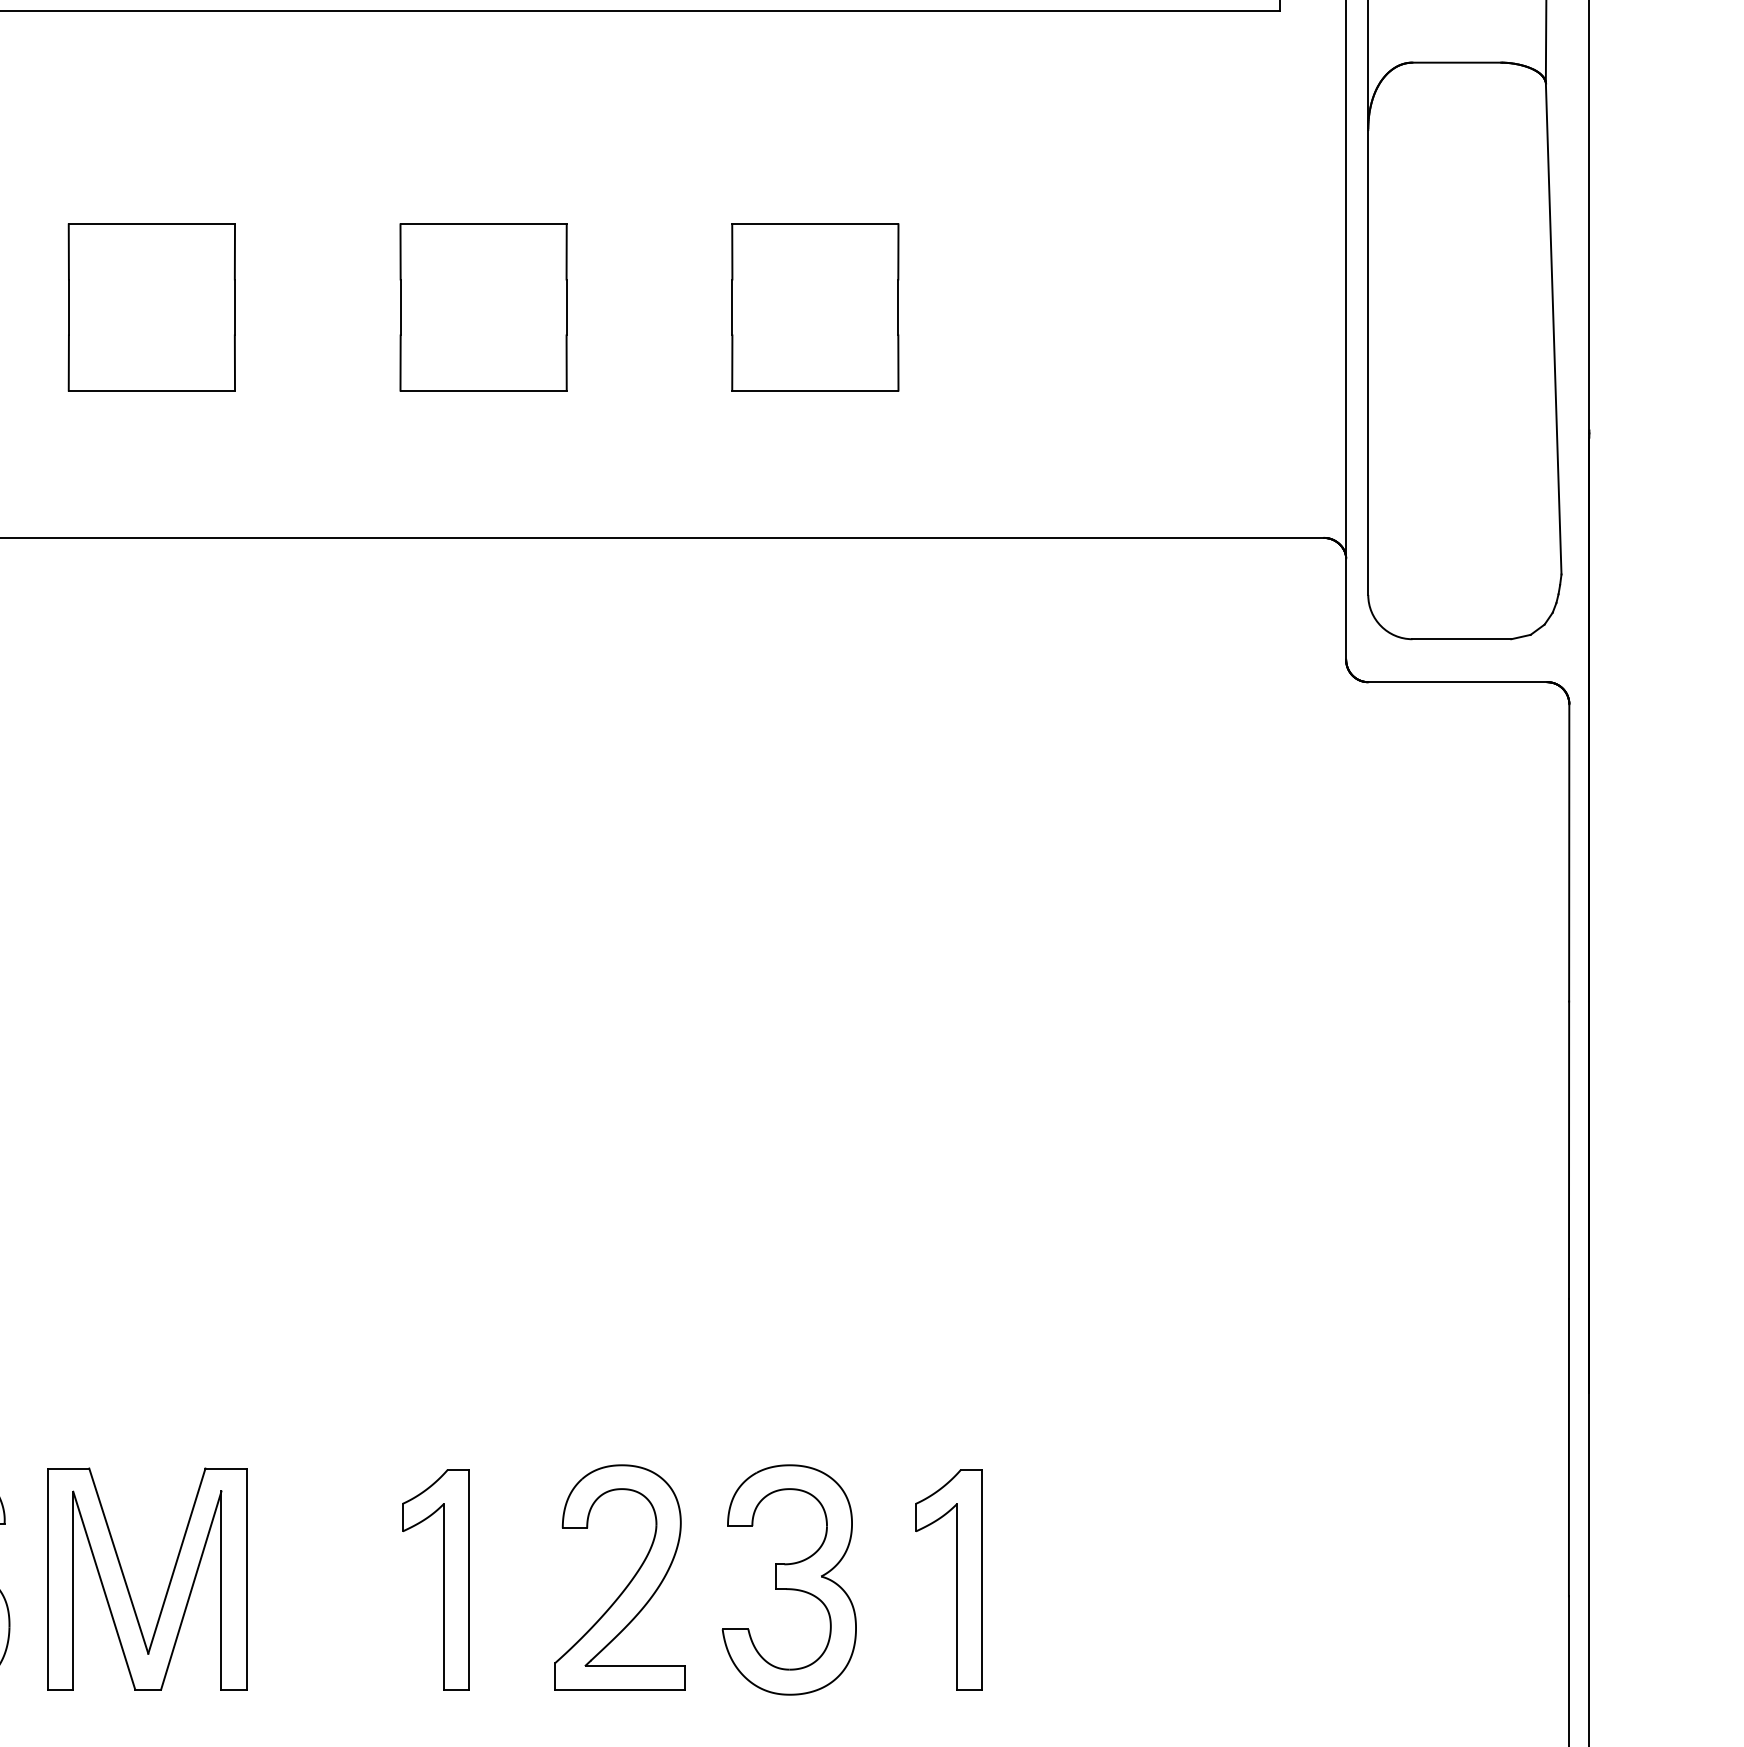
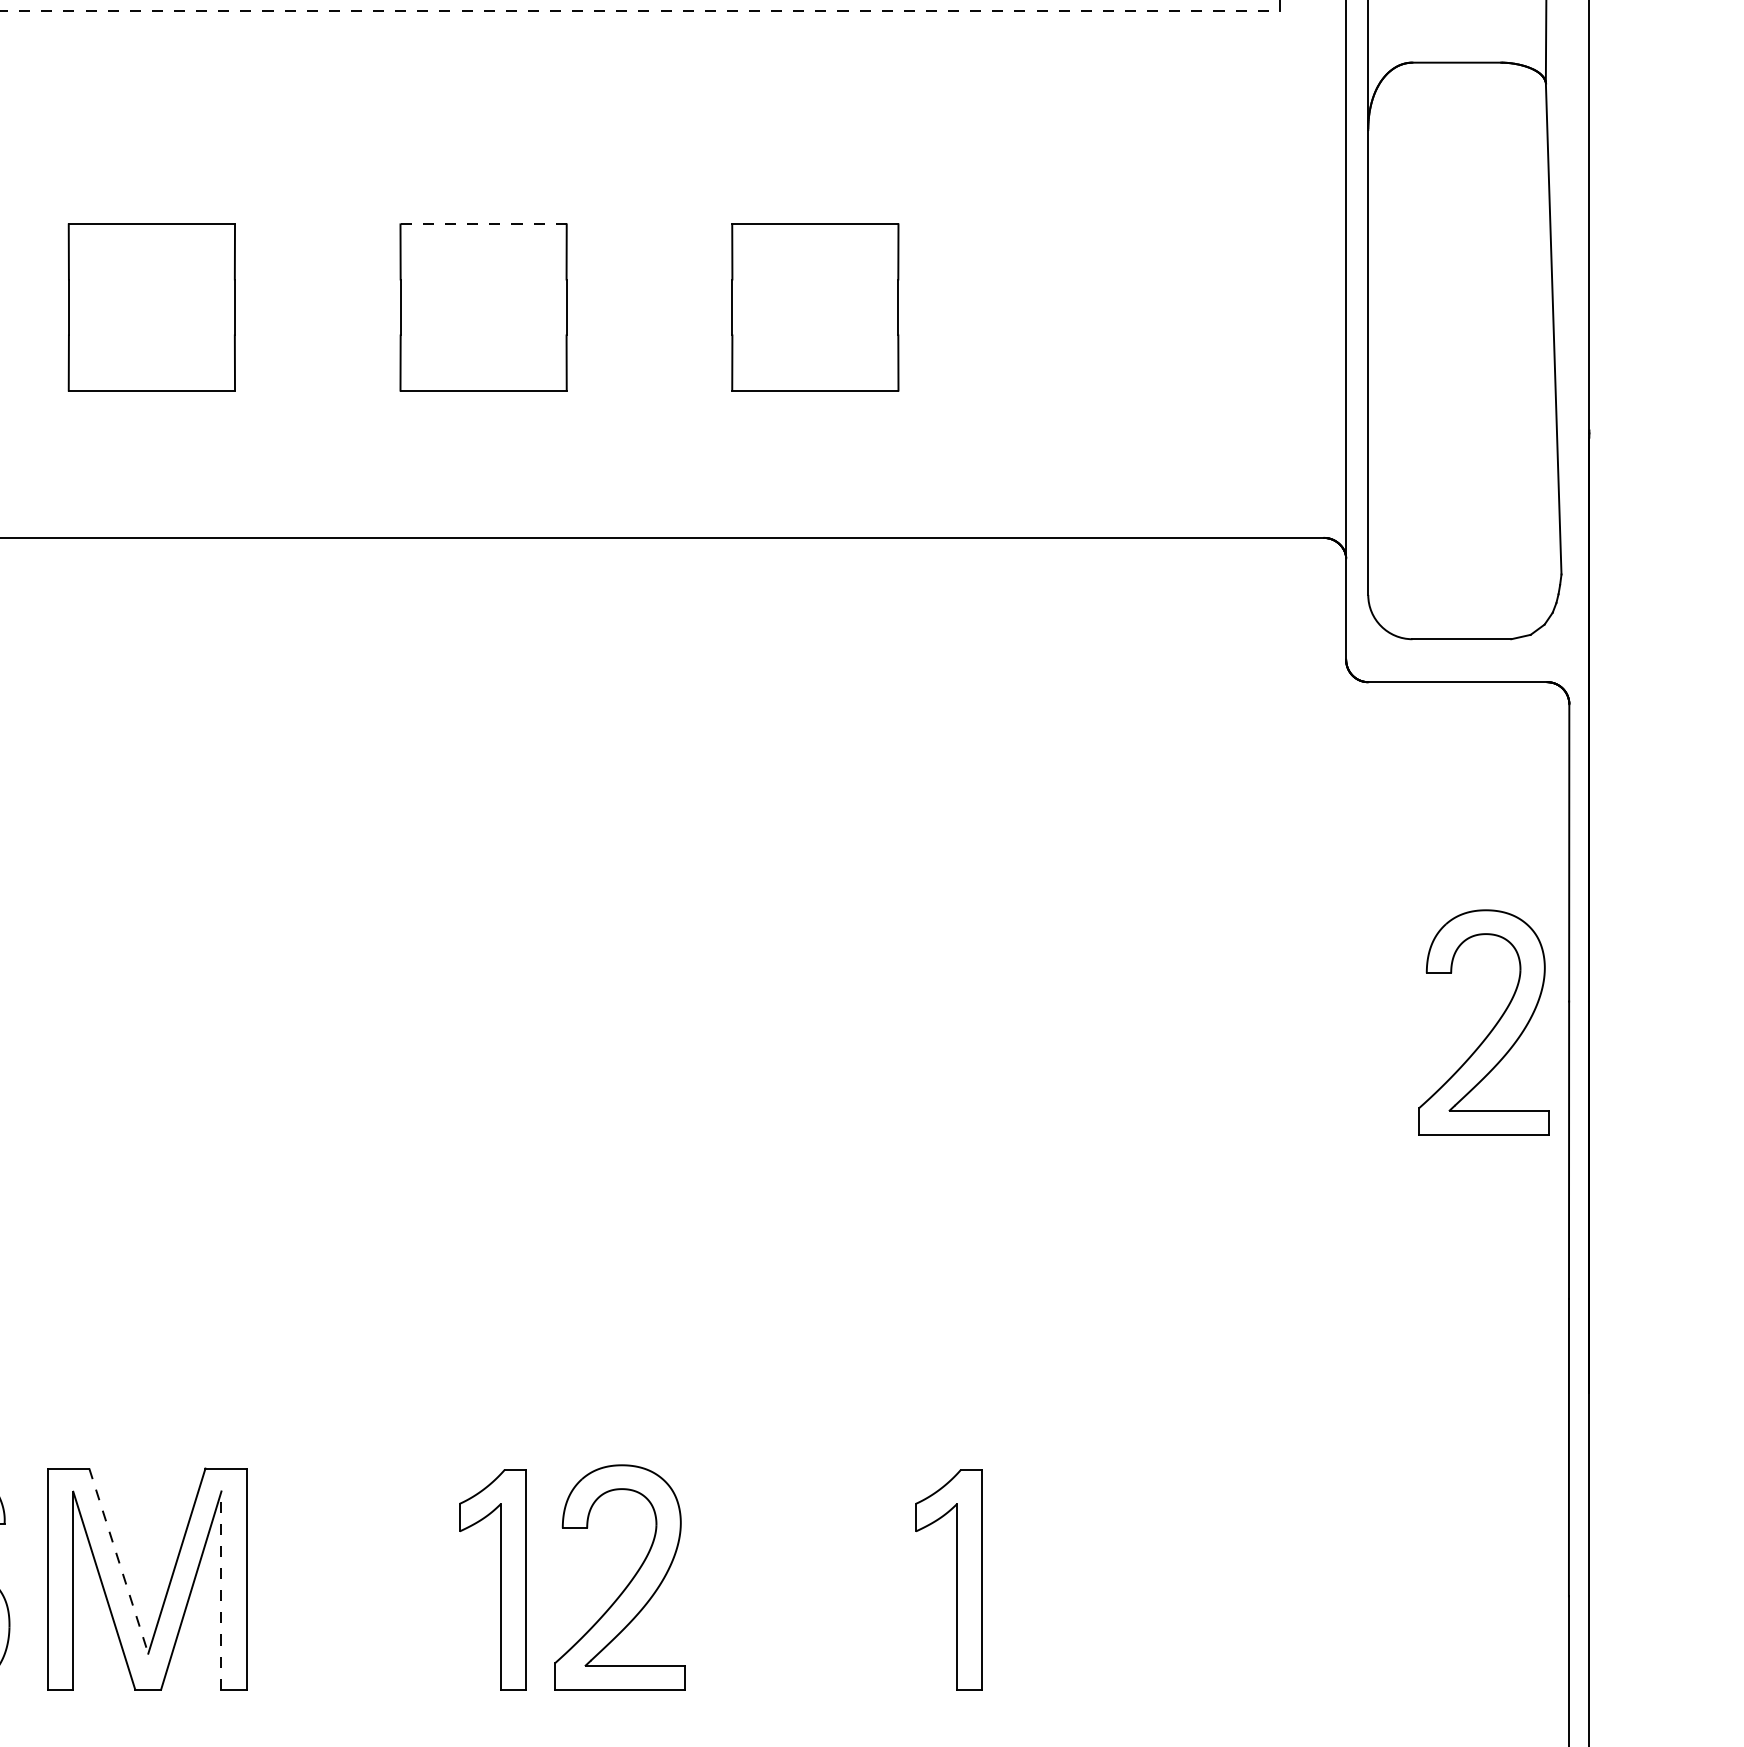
line at (639, 10): solid -> dashed
line at (483, 224): solid -> dashed
part at (1491, 1029): none -> present
line at (118, 1561): solid -> dashed
part at (443, 1579) position: (443, 1579) -> (500, 1579)
part at (788, 1579): present -> none
line at (221, 1590): solid -> dashed
